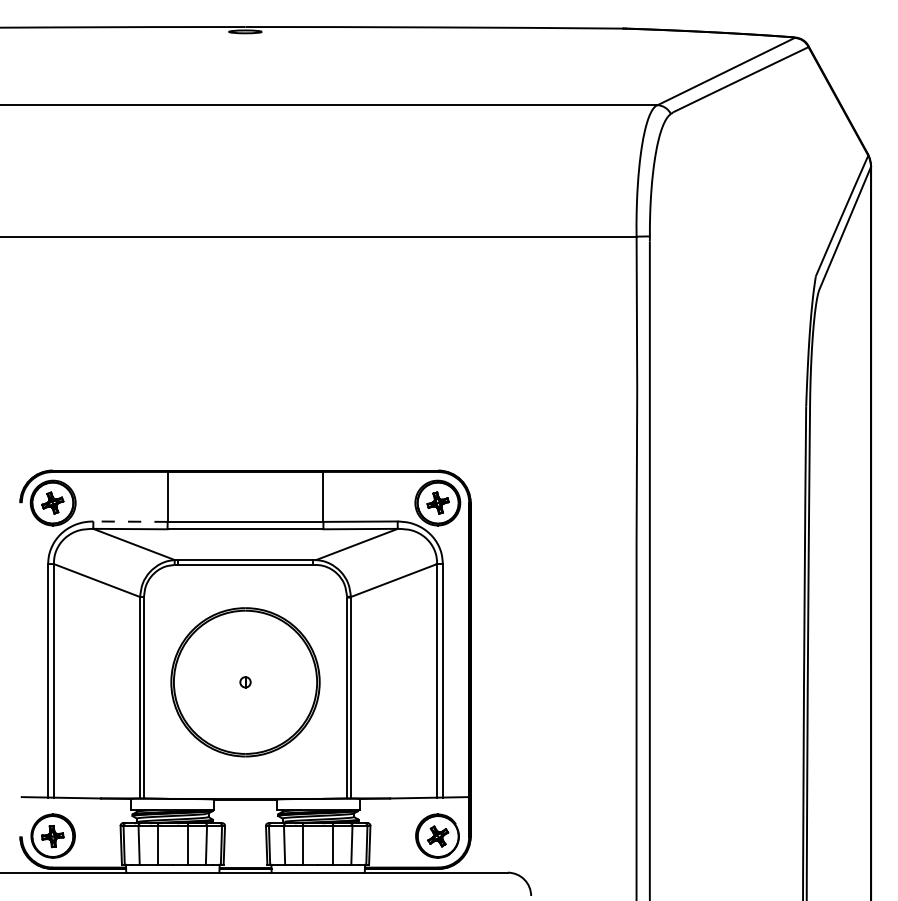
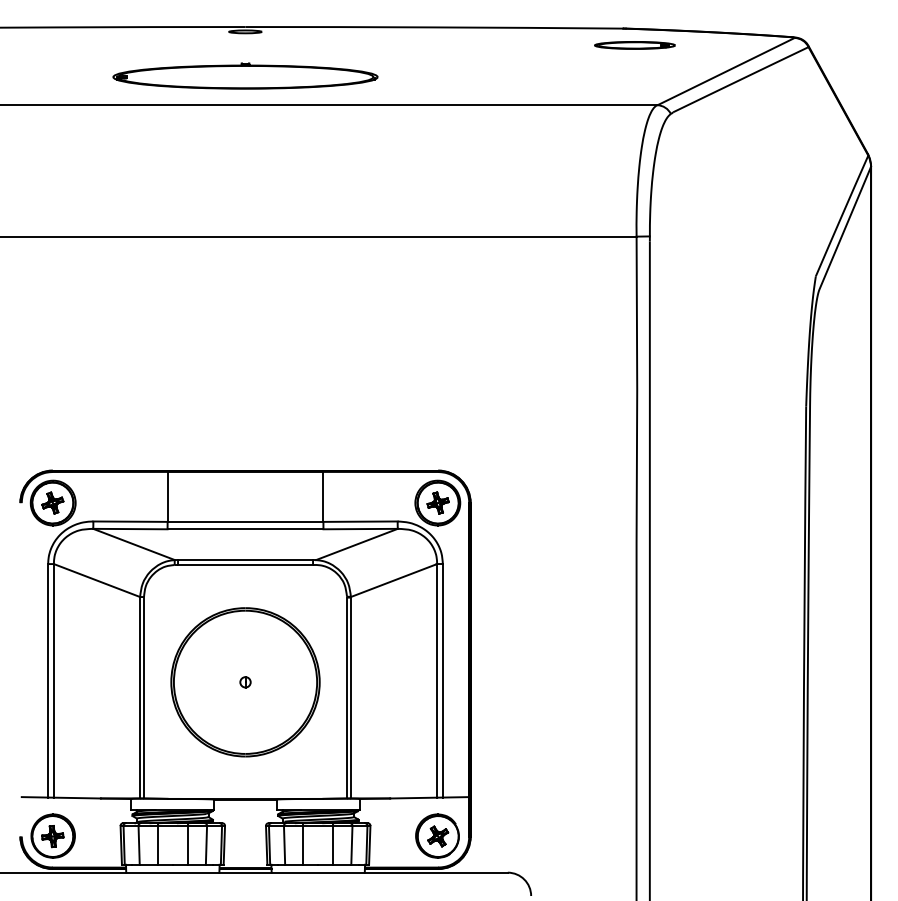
part at (634, 45): none -> present
part at (245, 75): none -> present
line at (130, 521): dashed -> solid
